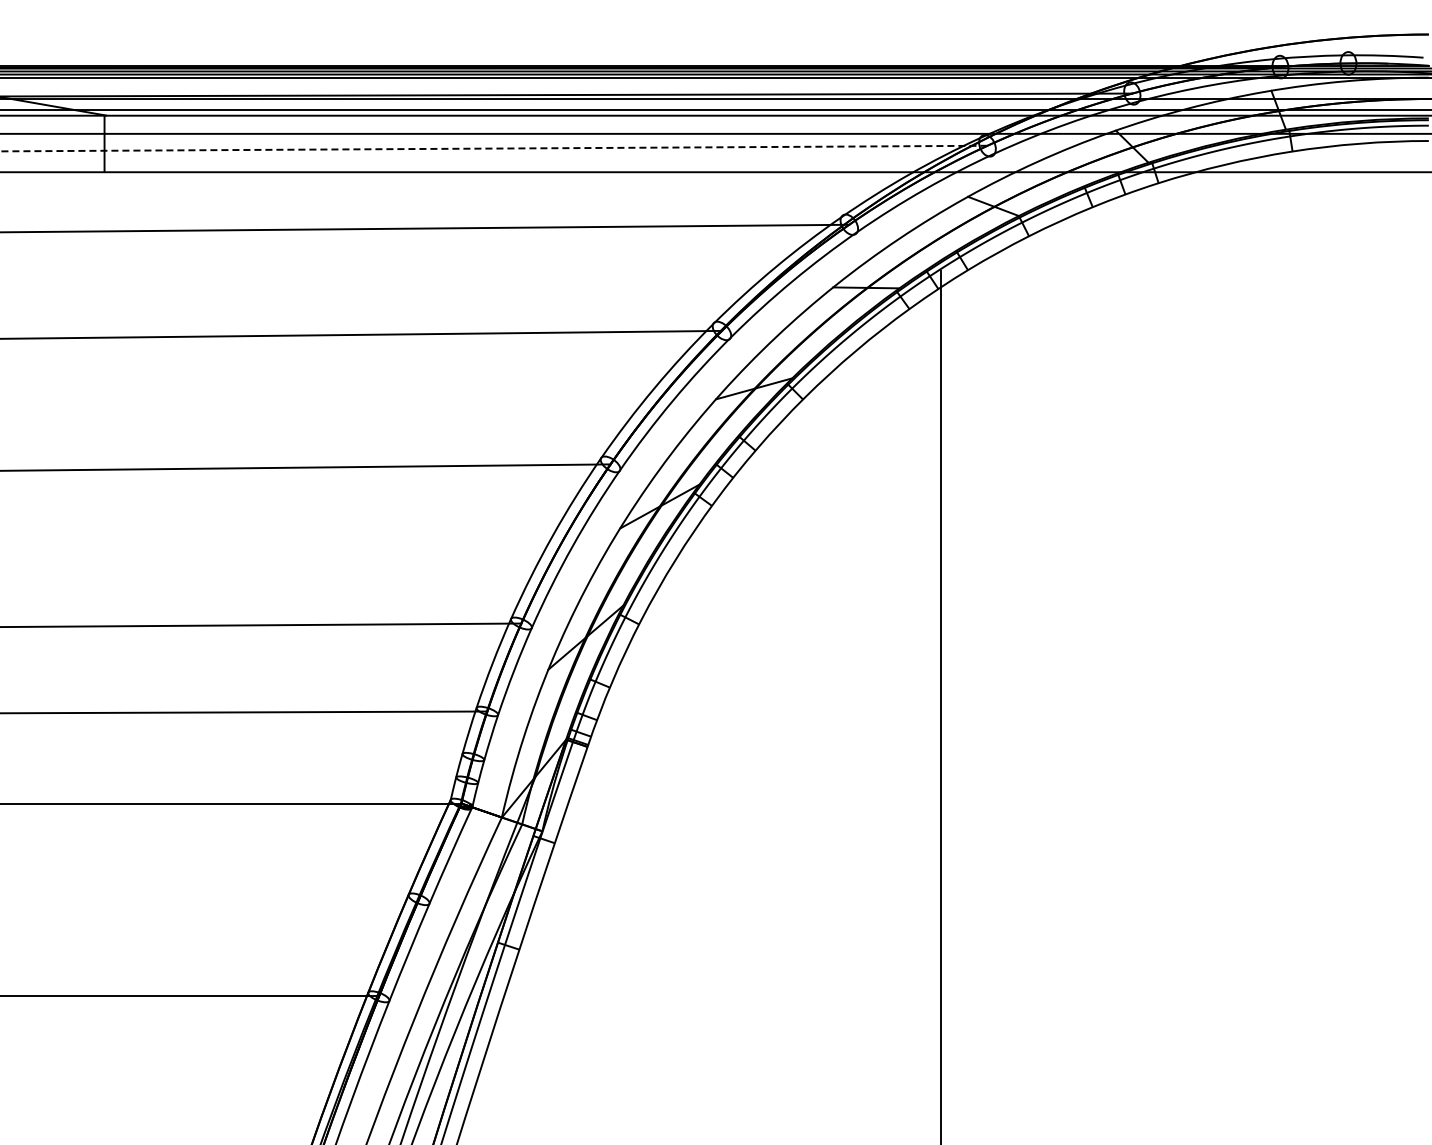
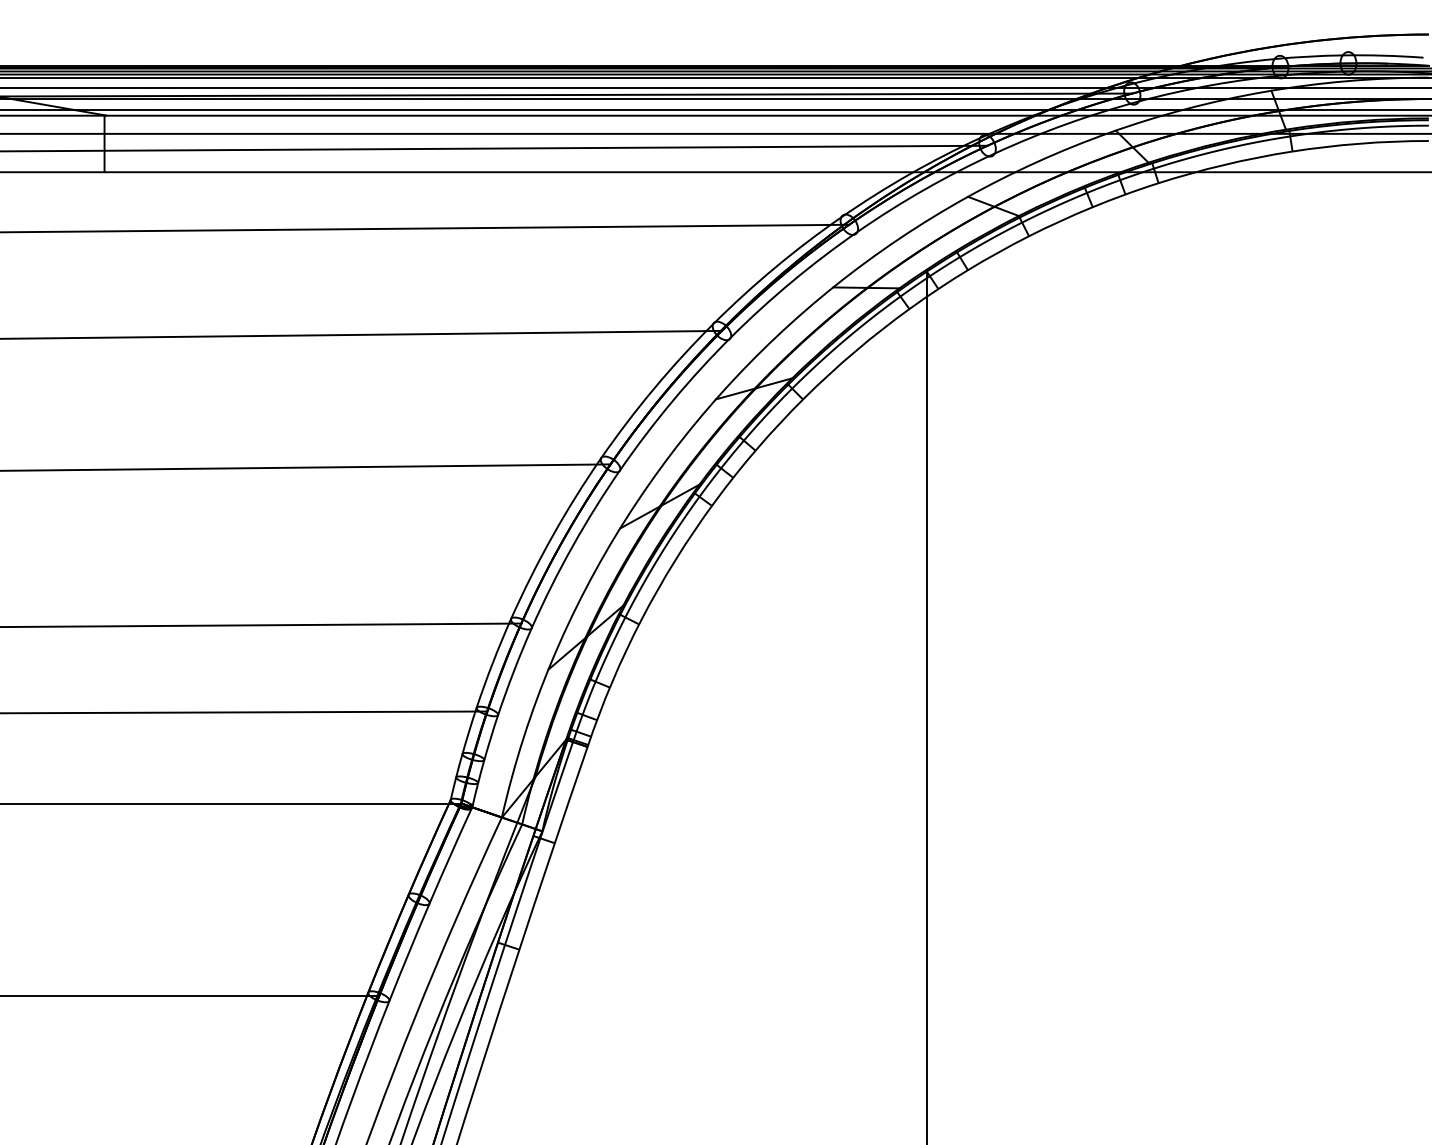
line at (715, 88): none -> present
line at (493, 148): dashed -> solid
line at (941, 706) position: (941, 706) -> (927, 706)
